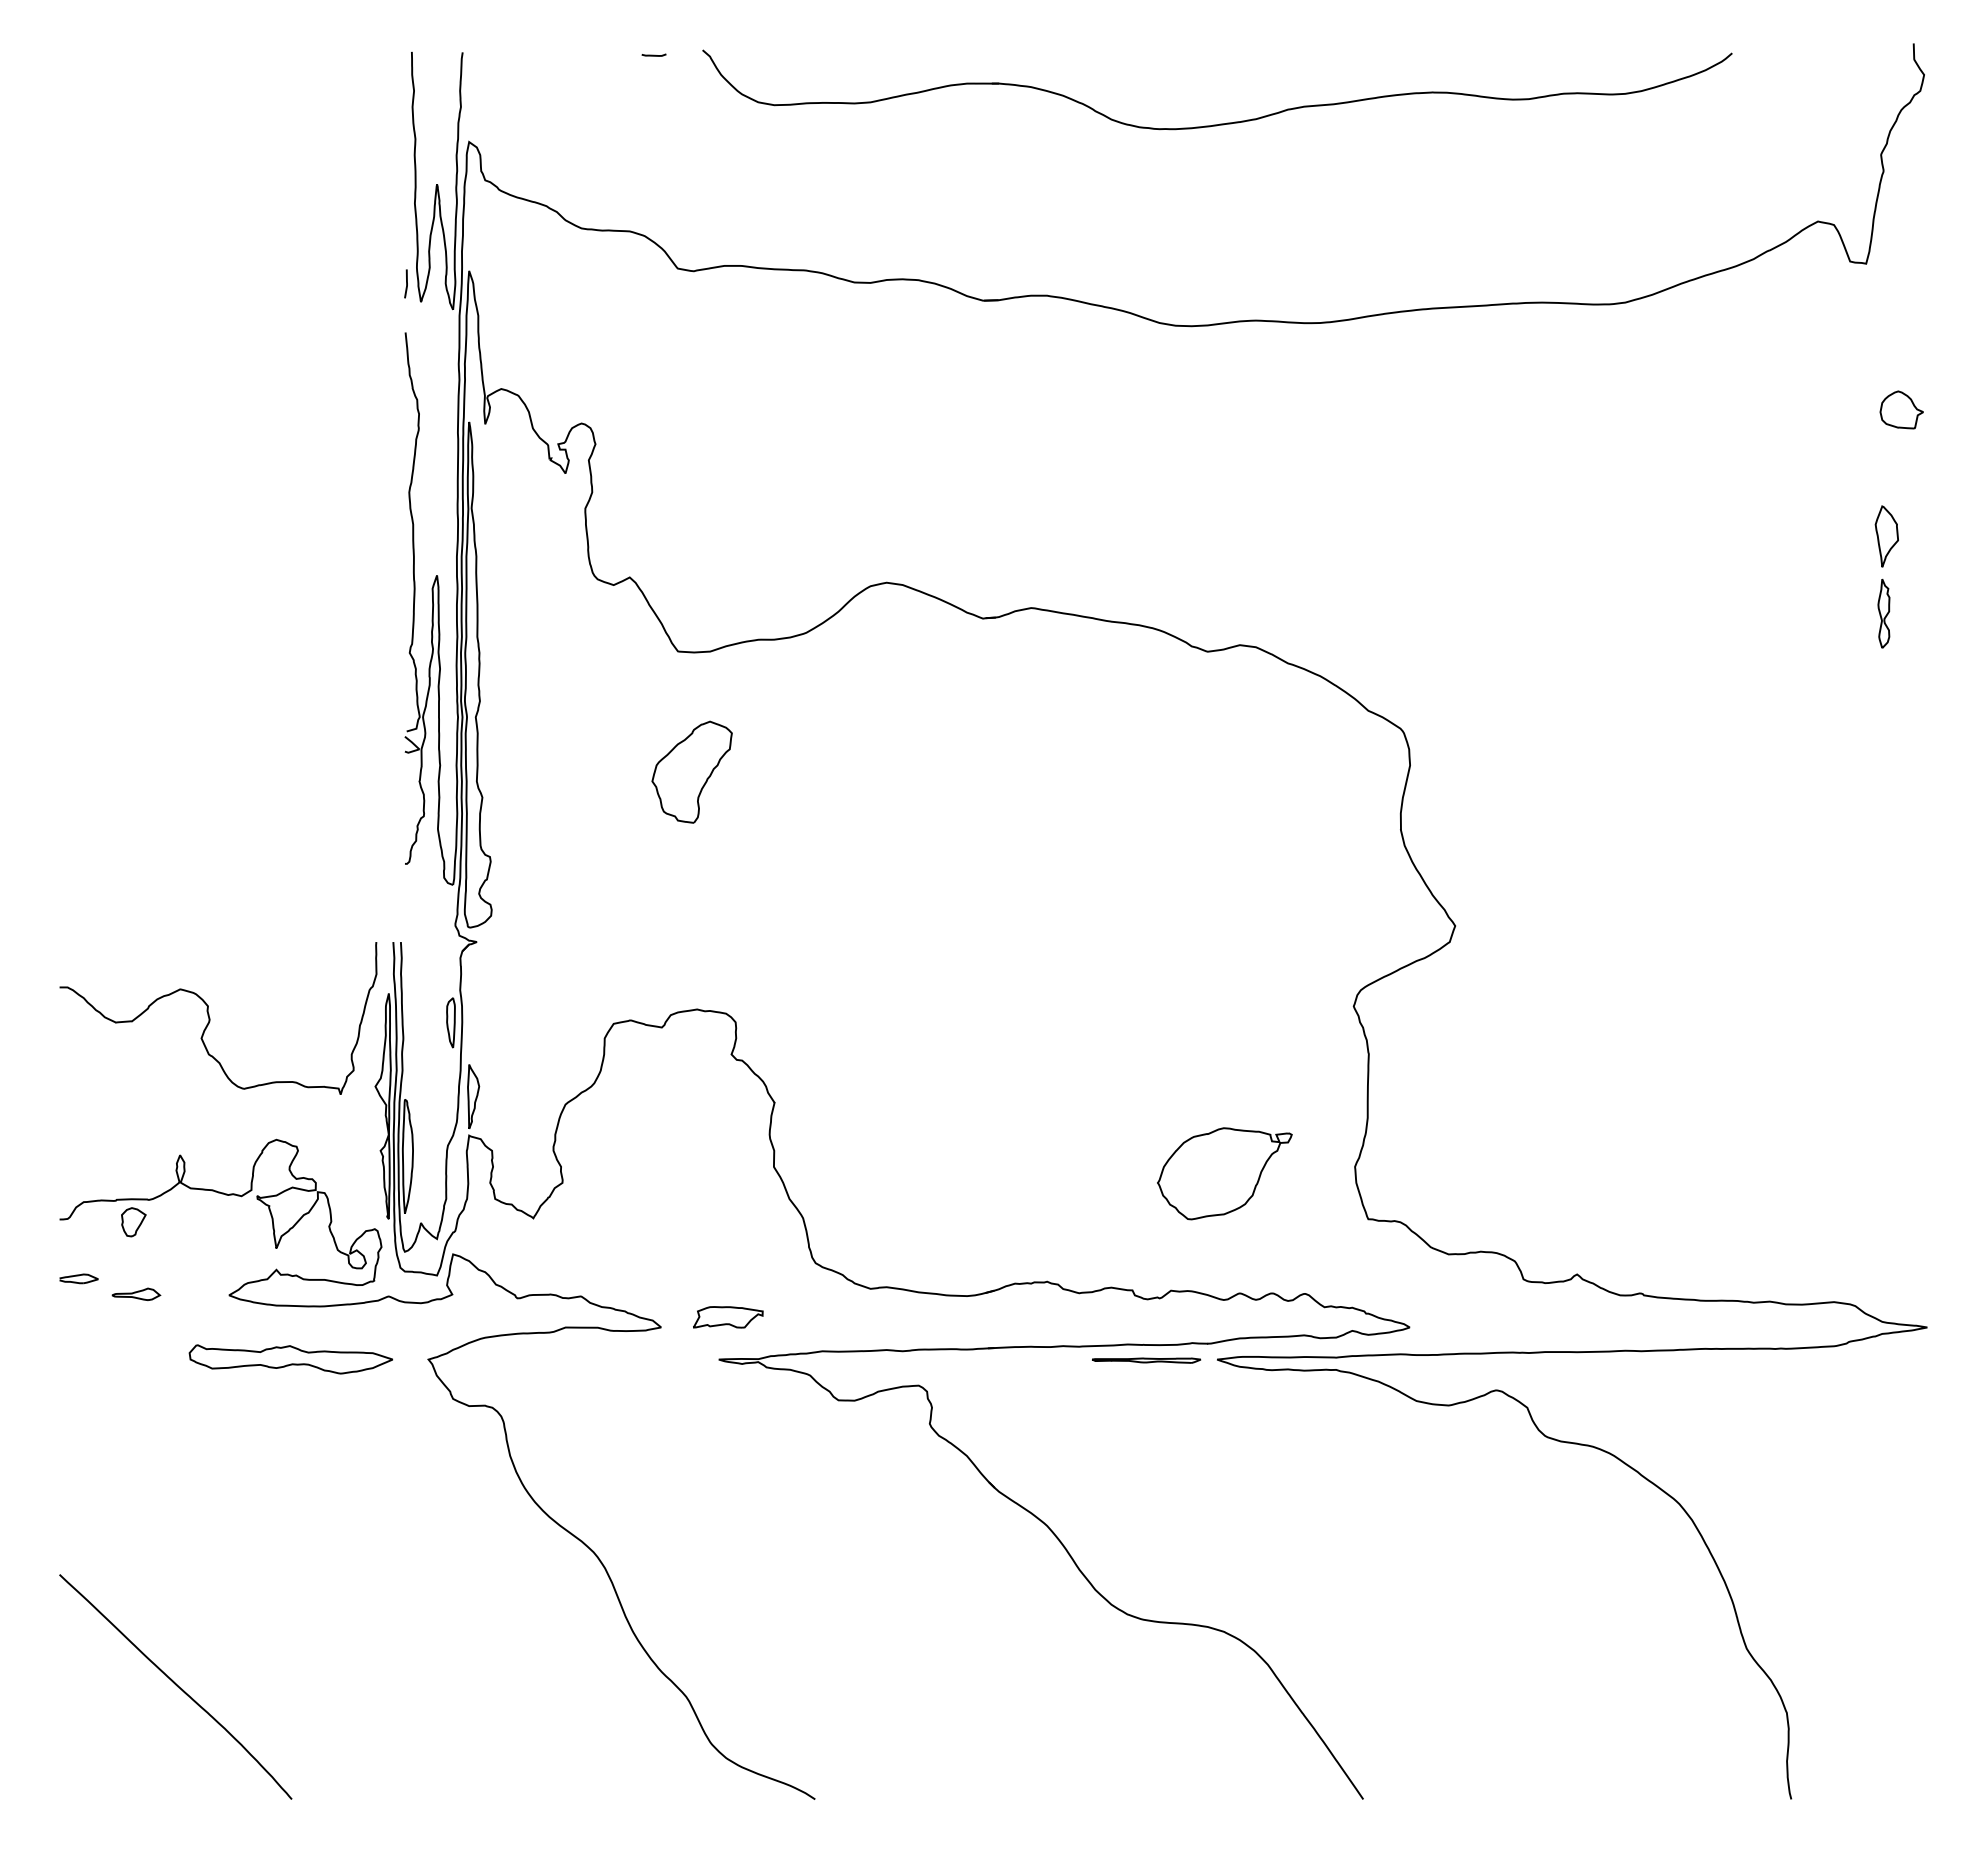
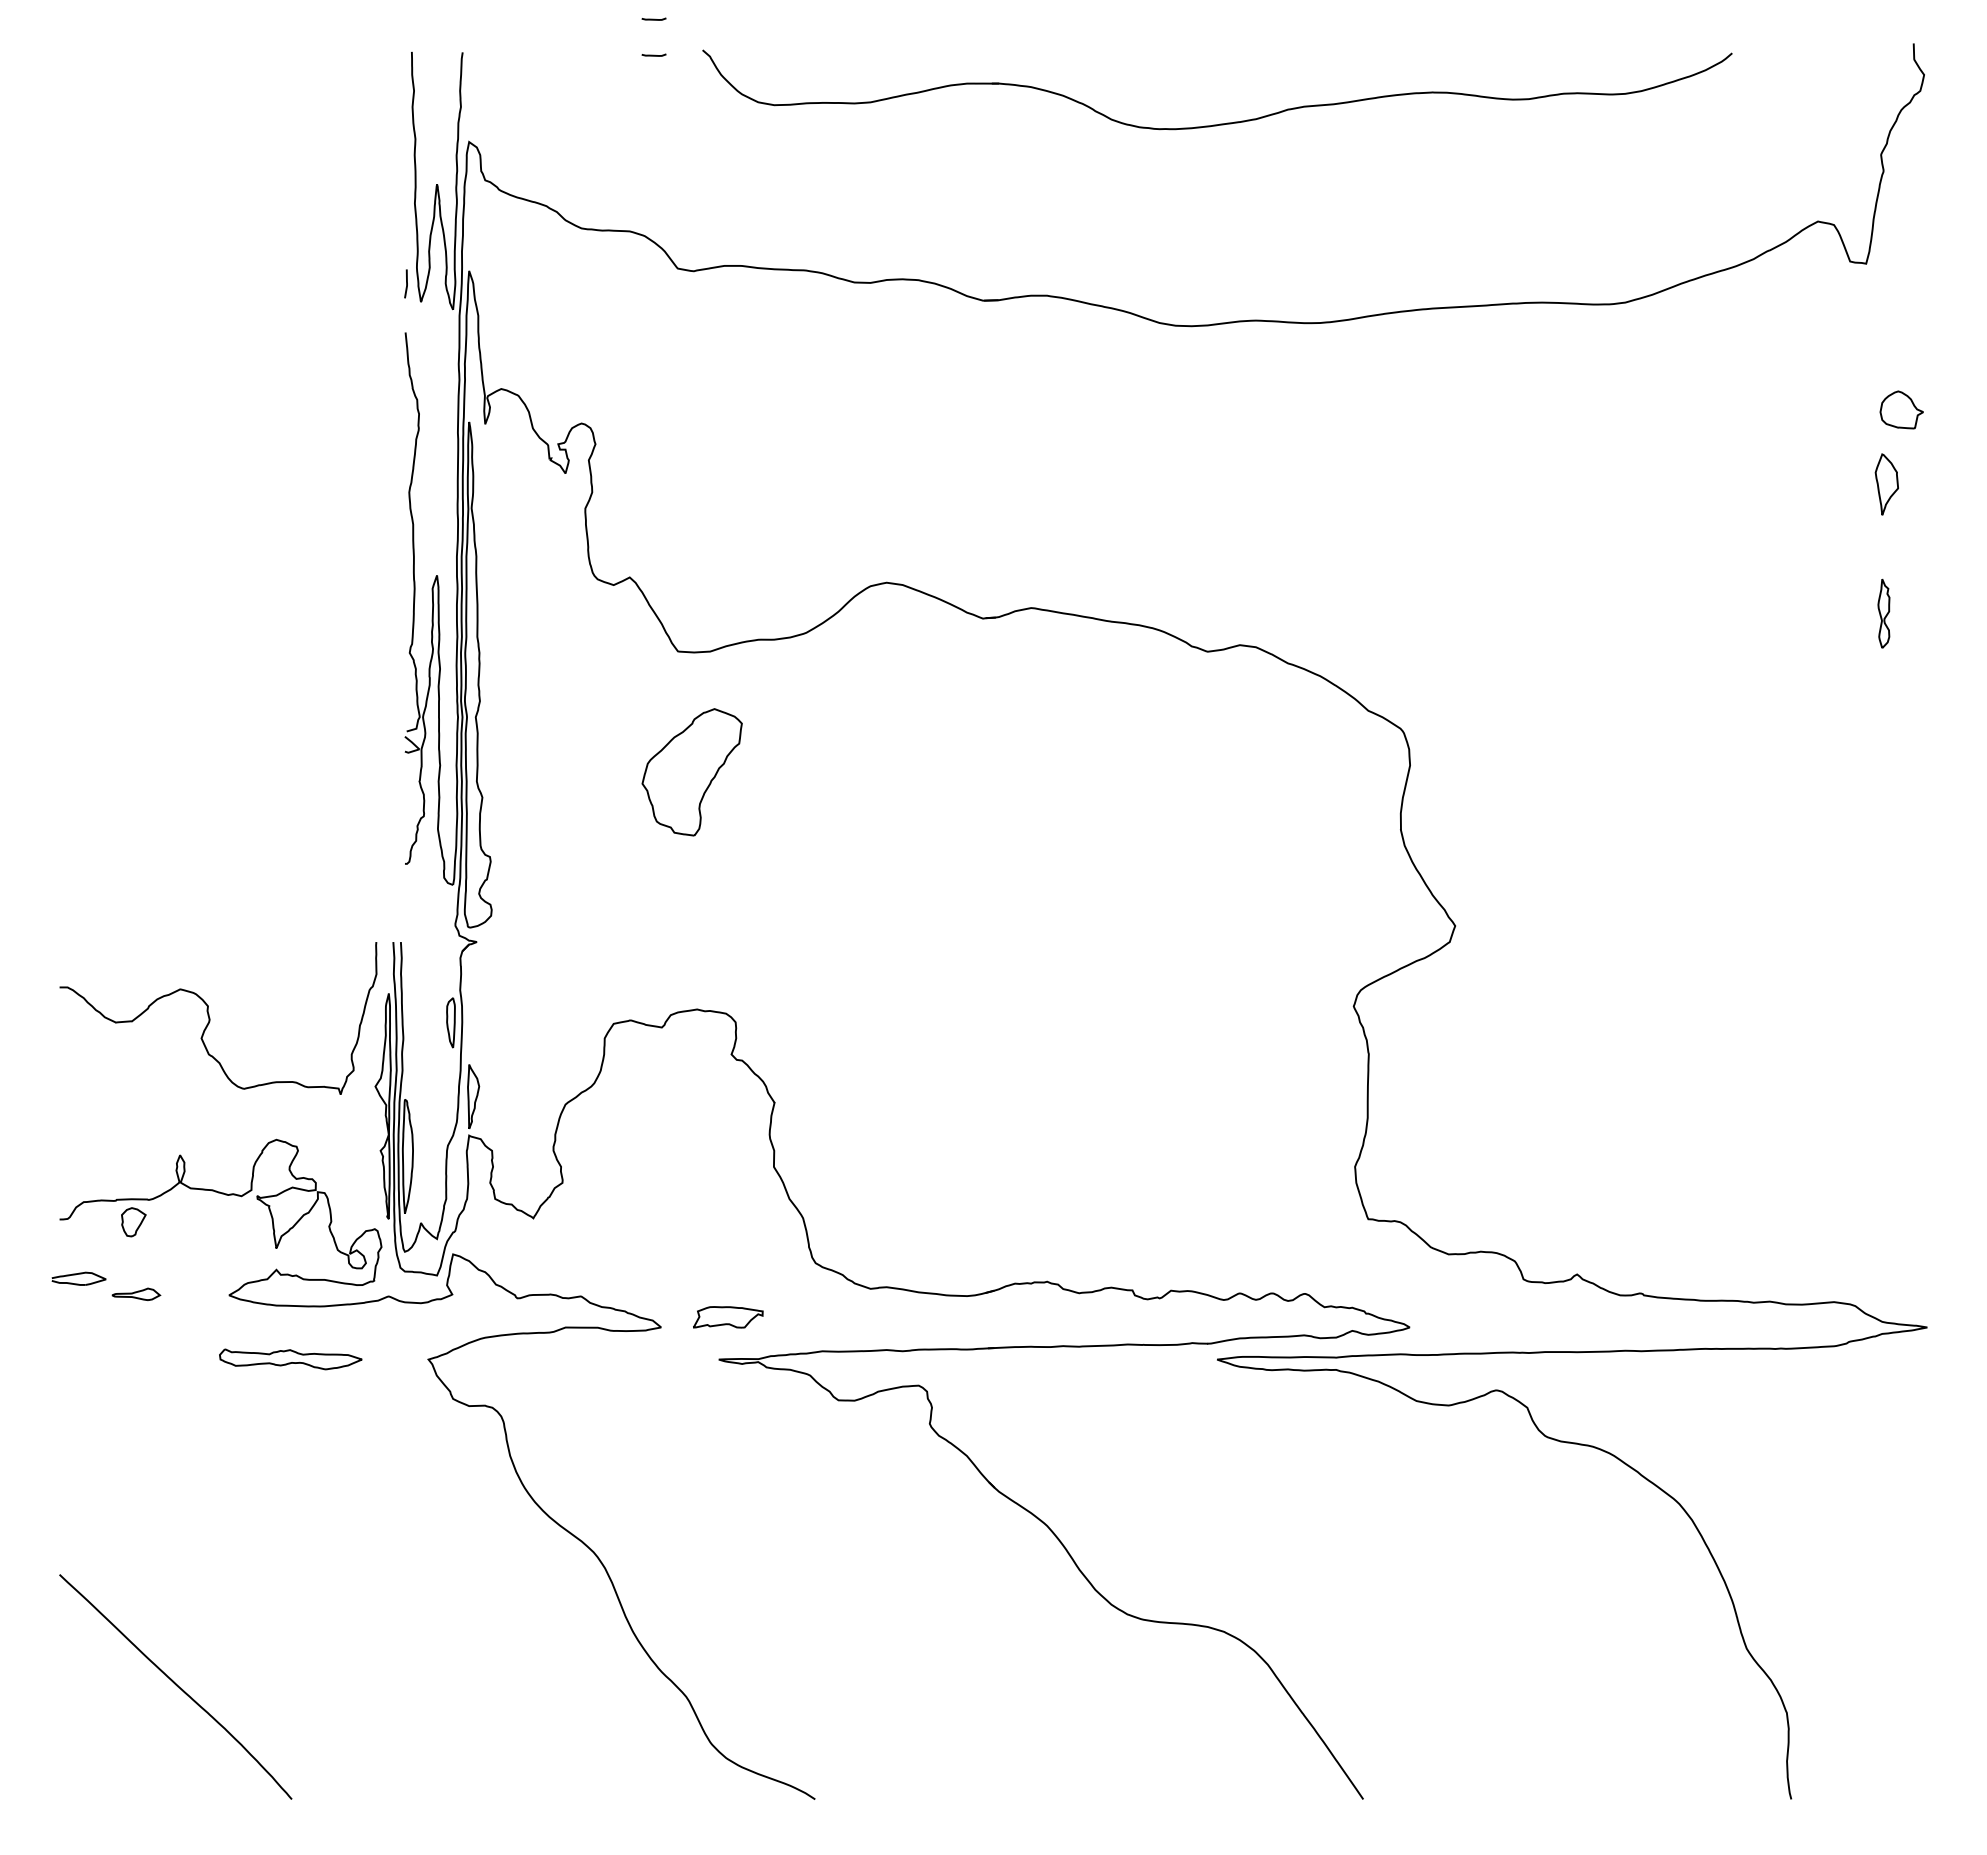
line at (653, 18): none -> present
part at (1886, 536) position: (1886, 536) -> (1886, 484)
part at (691, 771) size: 82x104 px -> 102x129 px
part at (1224, 1173): present -> none
part at (78, 1278) size: 40x12 px -> 56x15 px
part at (290, 1359) size: 205x31 px -> 144x23 px
part at (1146, 1360): present -> none
